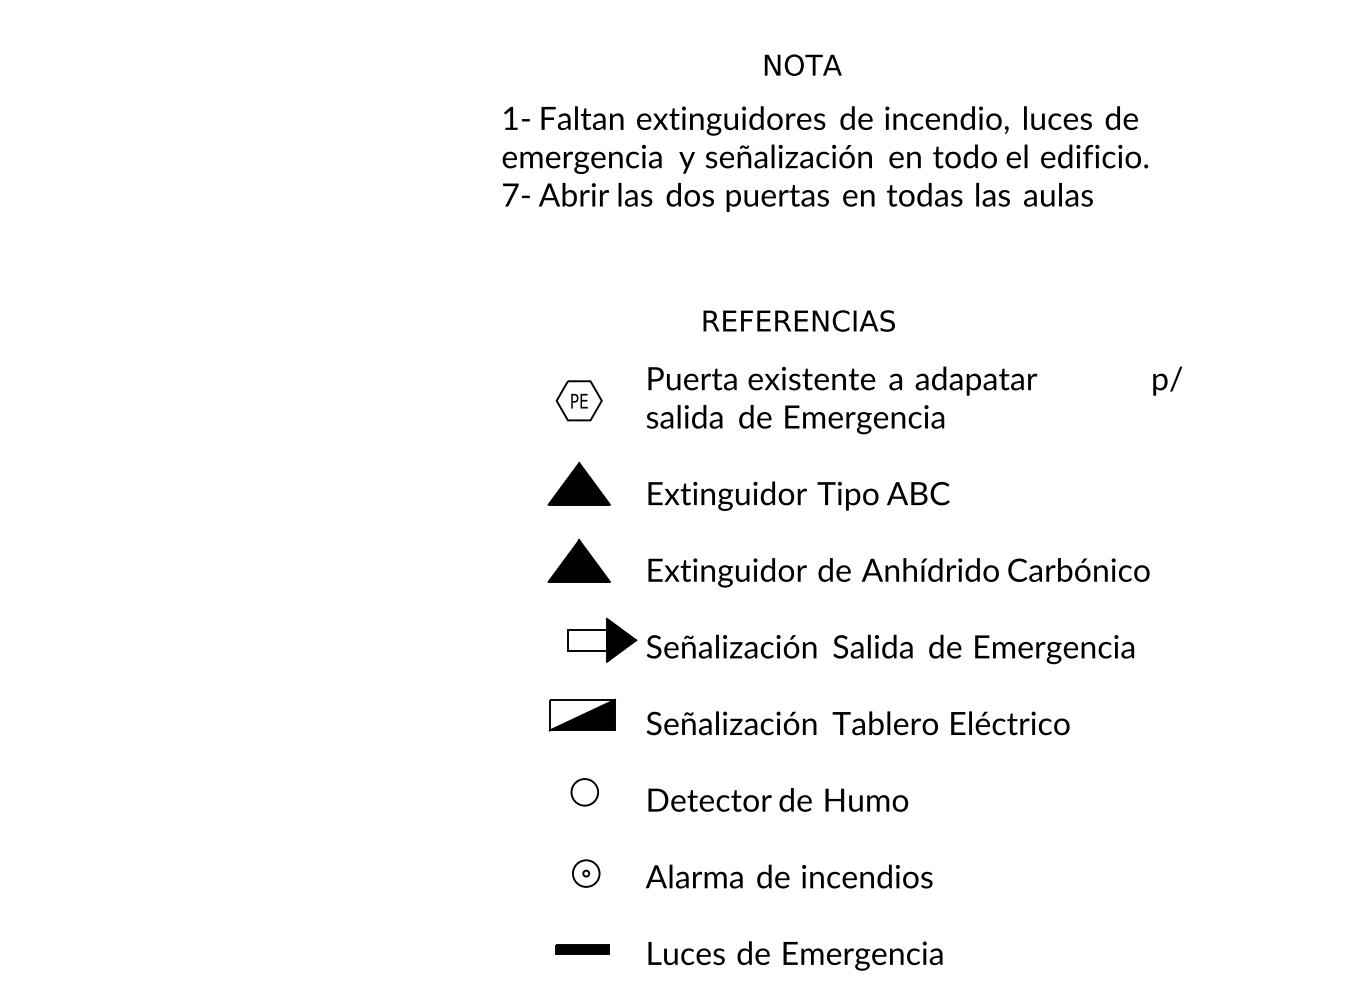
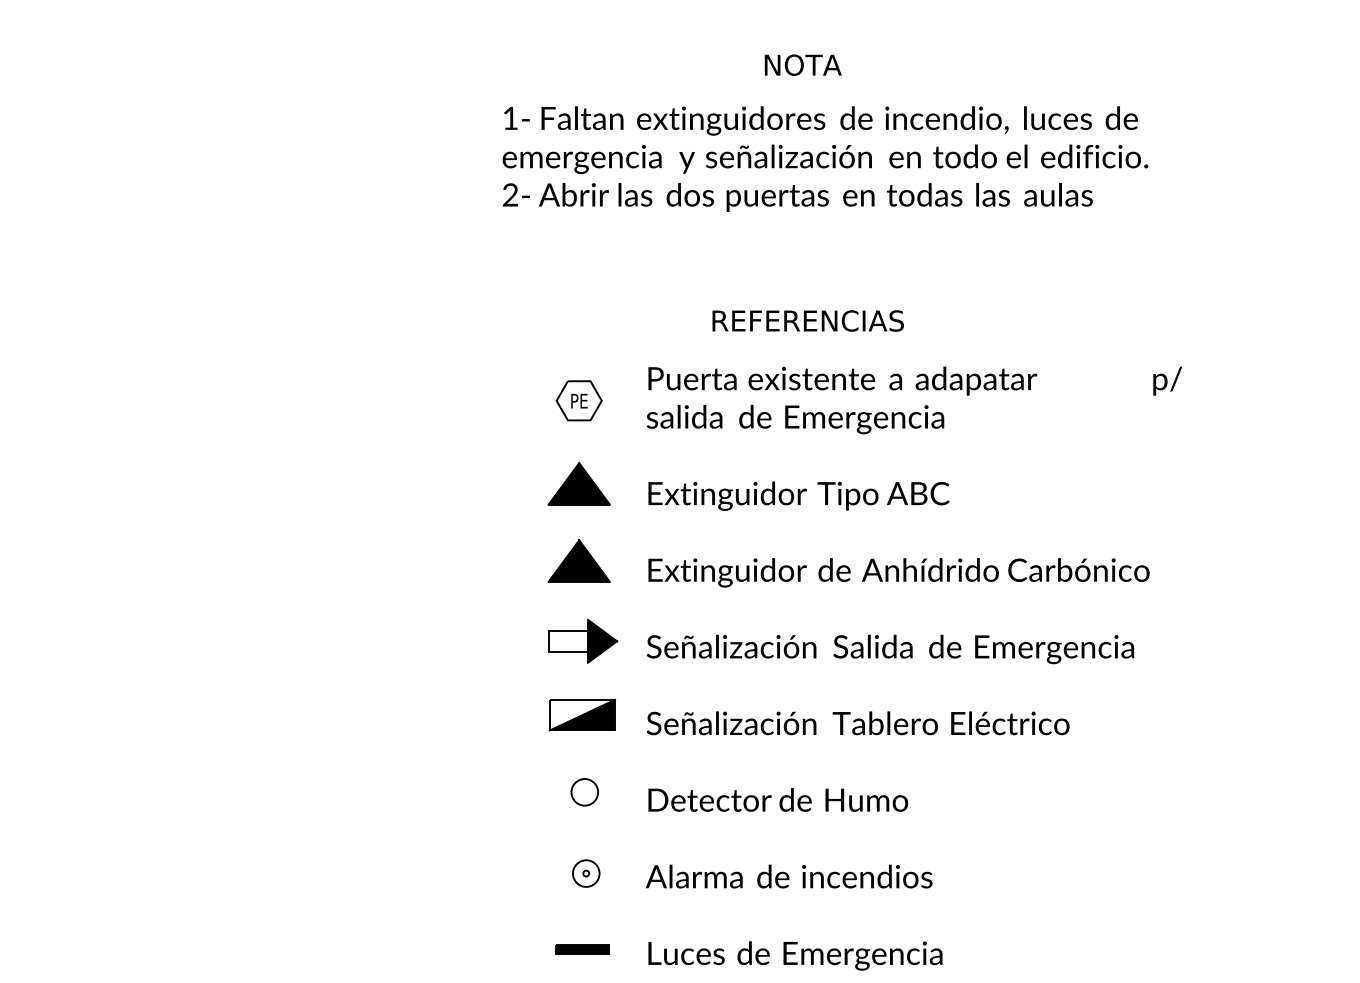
text at (510, 194): 7- -> 2-
text at (798, 320) position: (798, 320) -> (807, 320)
part at (602, 639) position: (602, 639) -> (583, 640)
